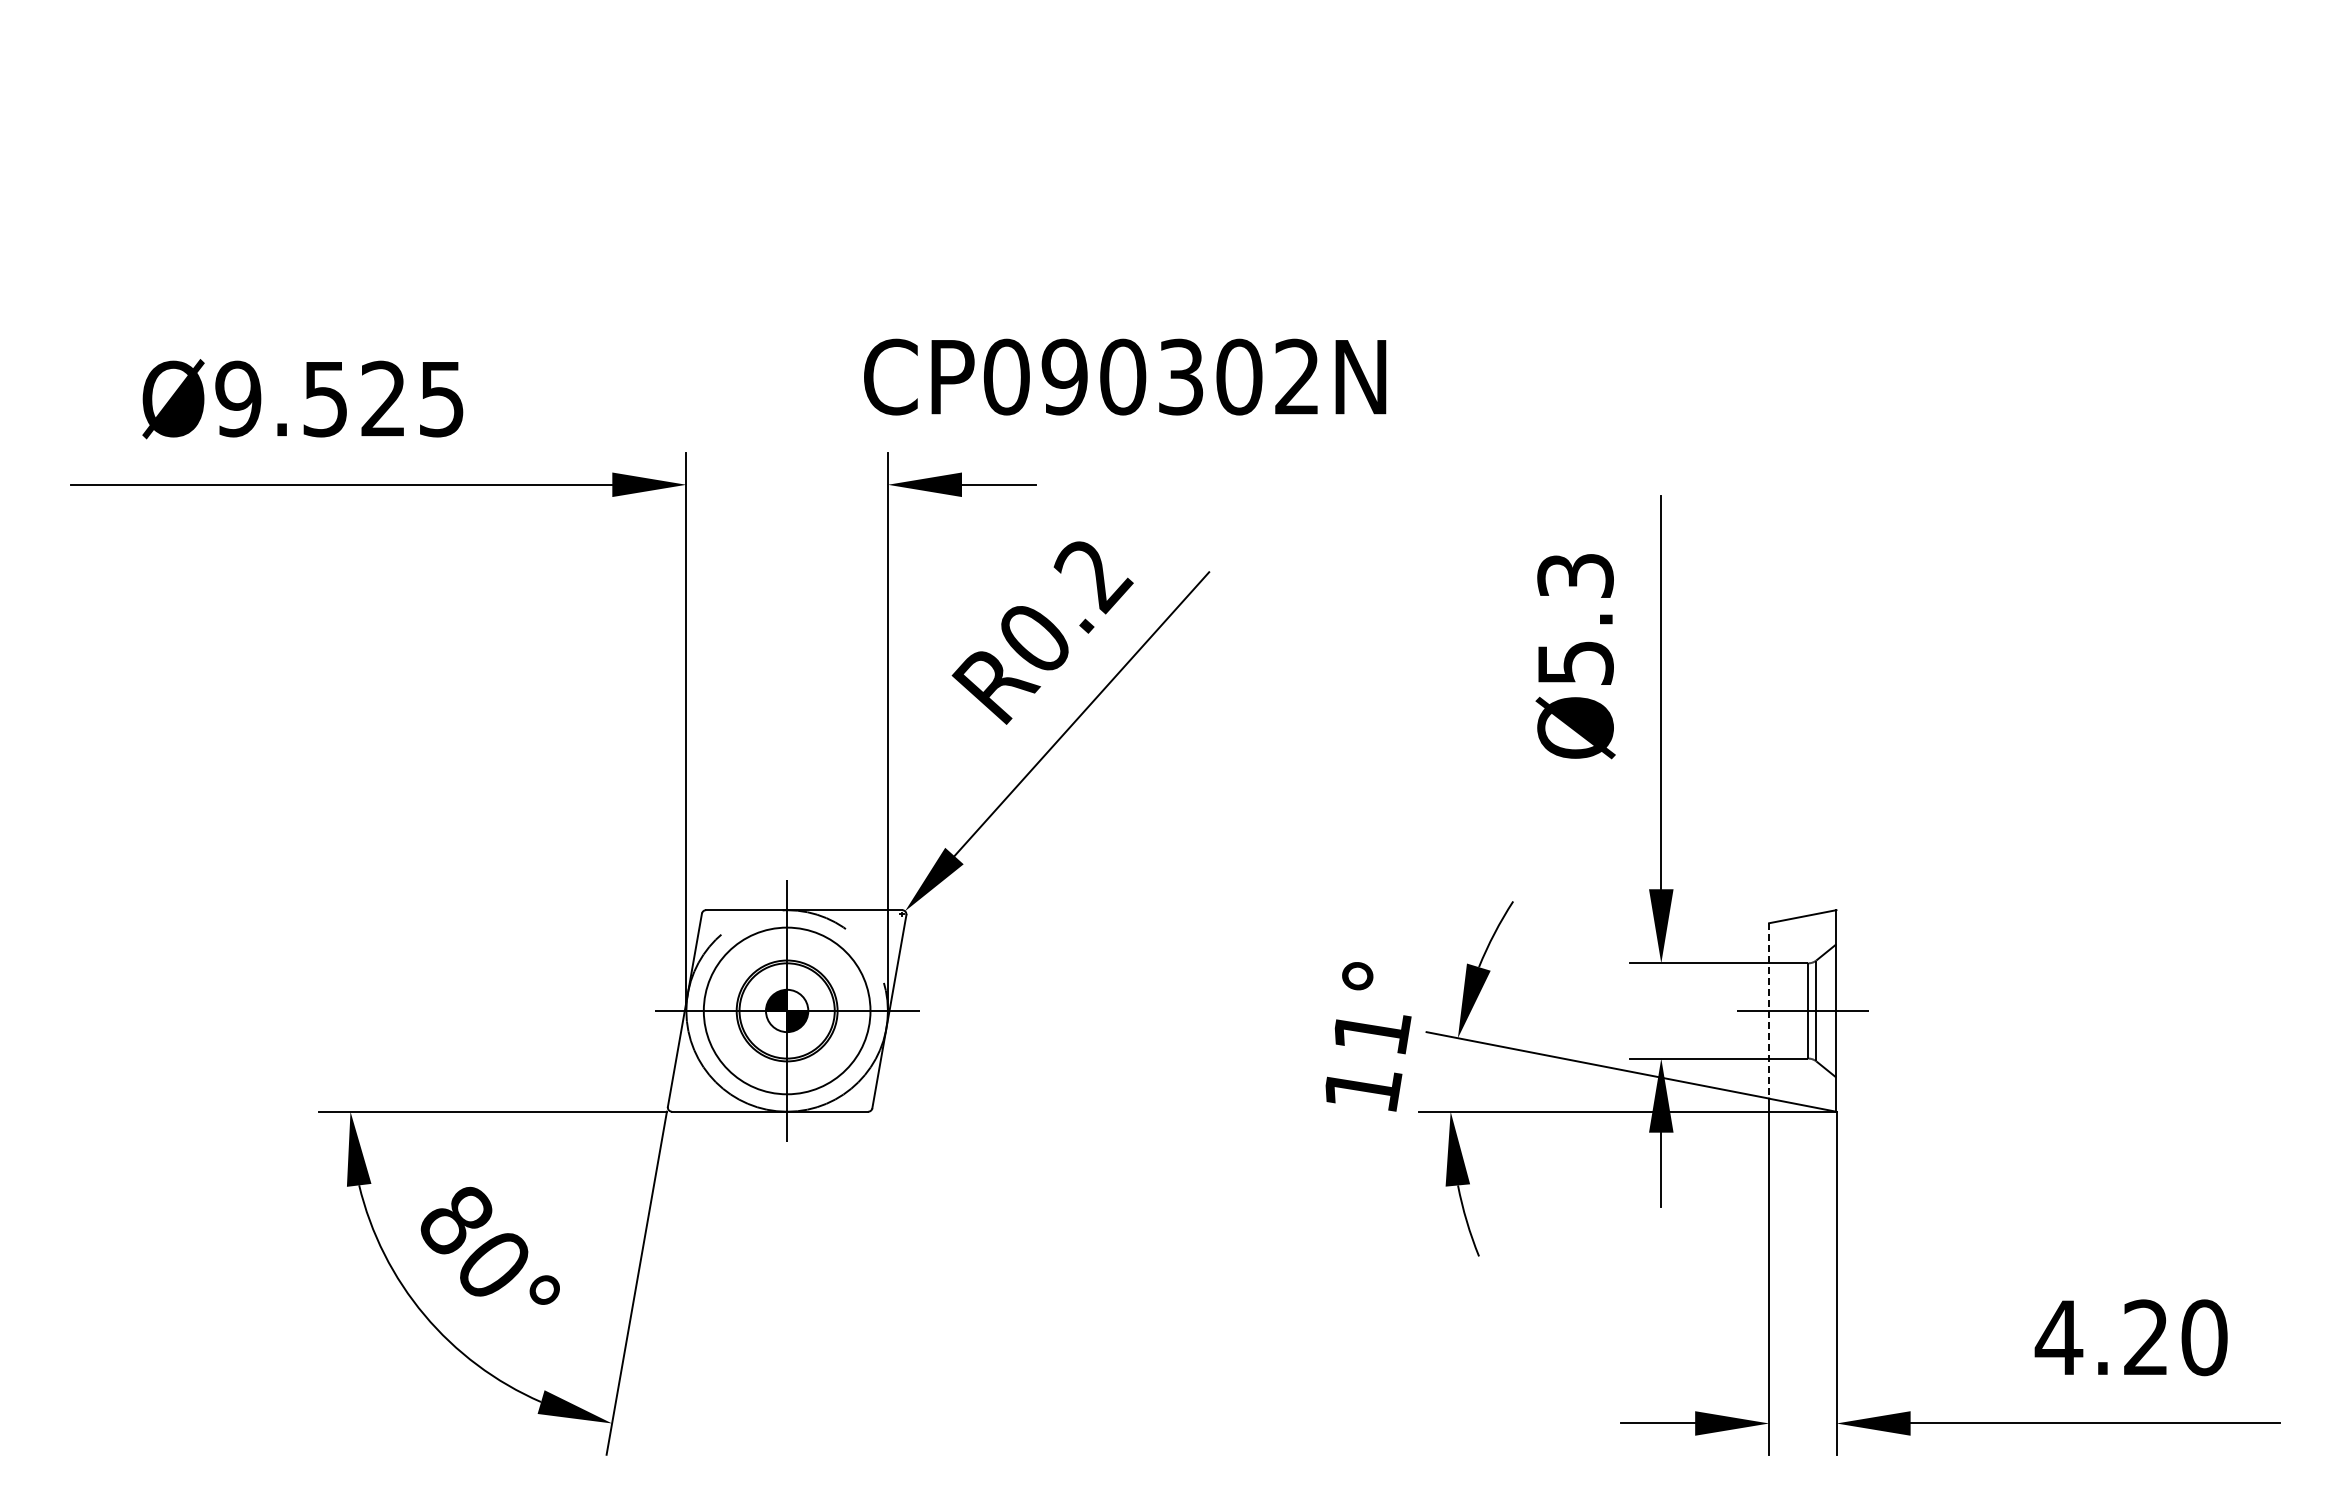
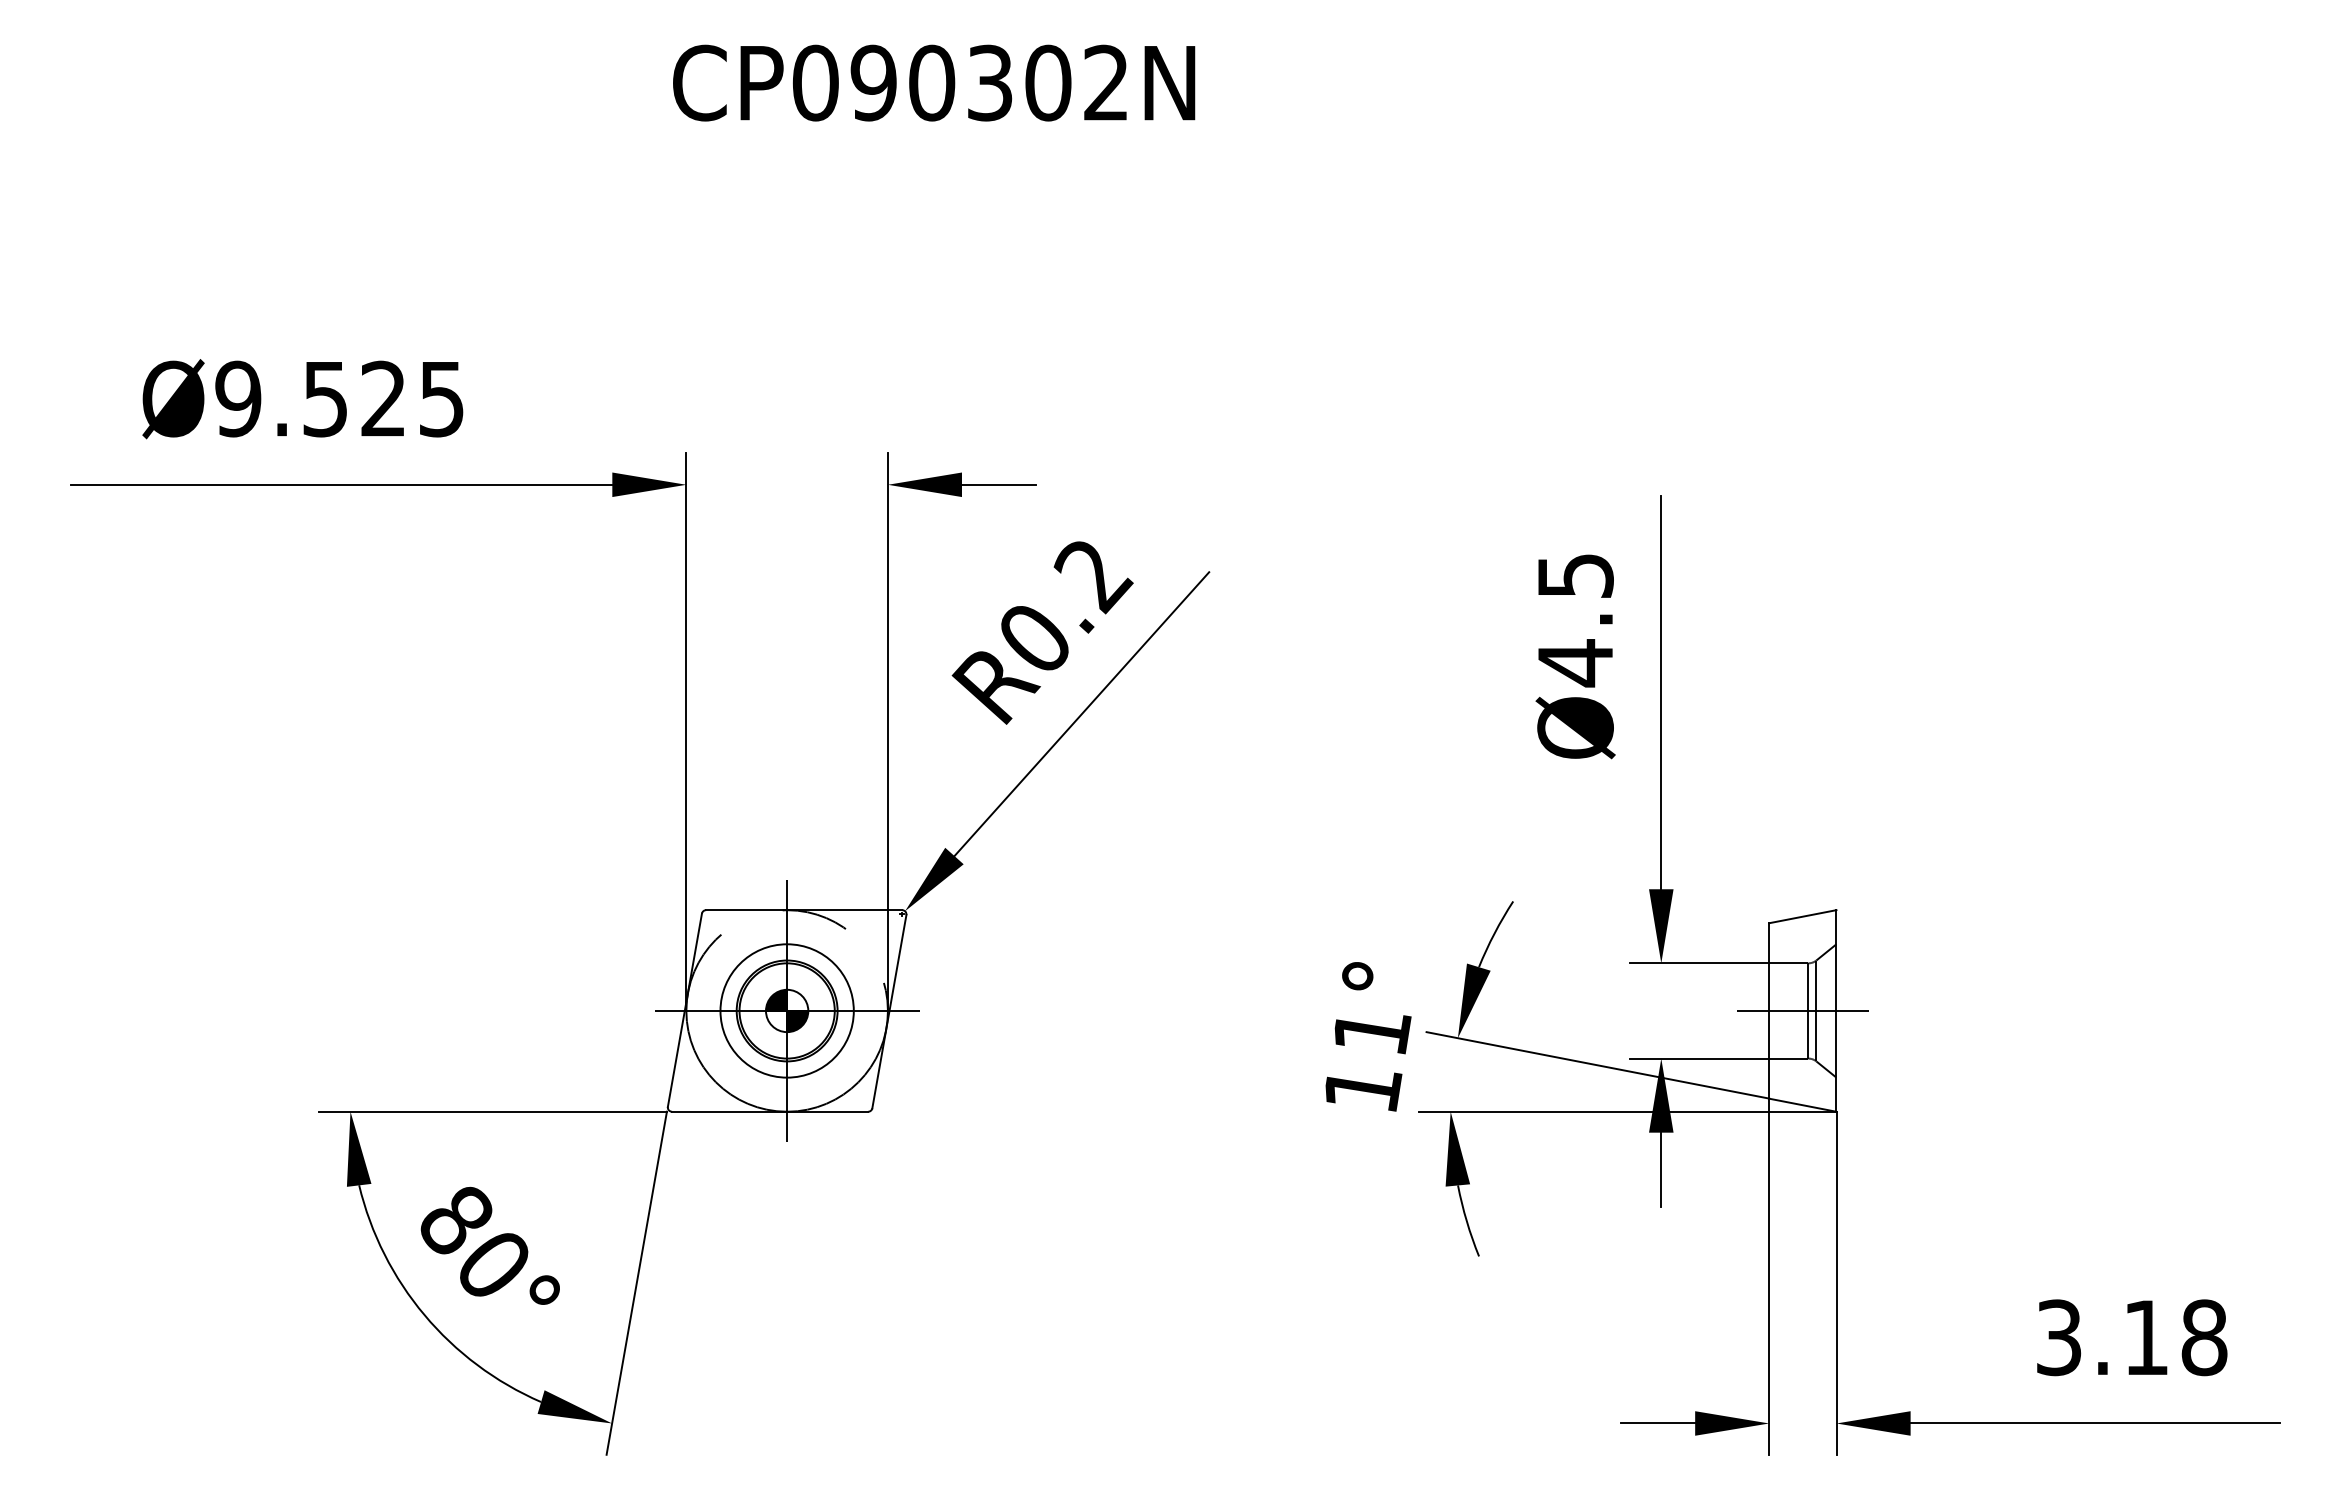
text at (1125, 376) position: (1125, 376) -> (934, 82)
text at (1575, 620): Ø5.3 -> Ø4.5
circle at (786, 1010) diameter: 167 px -> 133 px
line at (1769, 1010): dashed -> solid
text at (2130, 1337): 4.20 -> 3.18
